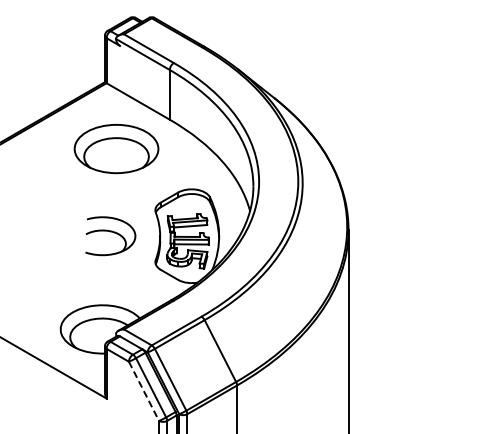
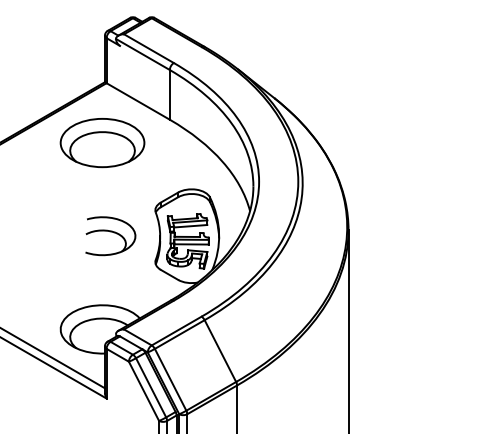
part at (116, 149) position: (116, 149) -> (102, 143)
line at (53, 358): none -> present
line at (144, 391): dashed -> solid
